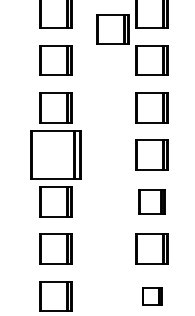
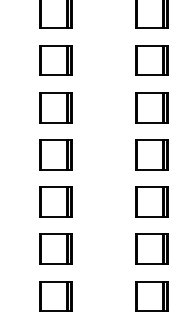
part at (112, 29): present -> none
part at (55, 154) size: 52x50 px -> 34x32 px
part at (151, 201) size: 28x26 px -> 34x32 px
part at (152, 296) size: 21x19 px -> 34x31 px
